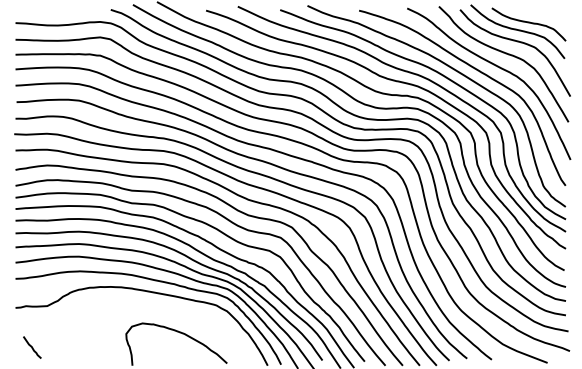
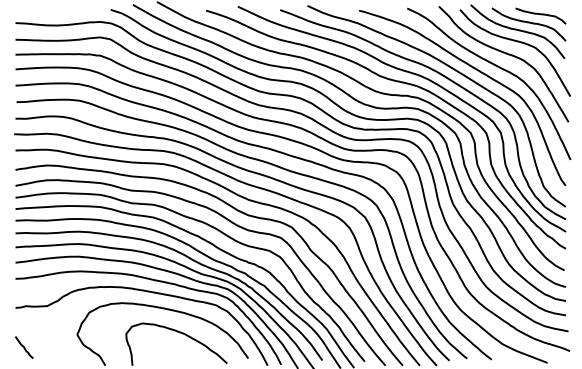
curve at (540, 15): none -> present
curve at (167, 310): none -> present
line at (32, 347) position: (32, 347) -> (24, 347)
